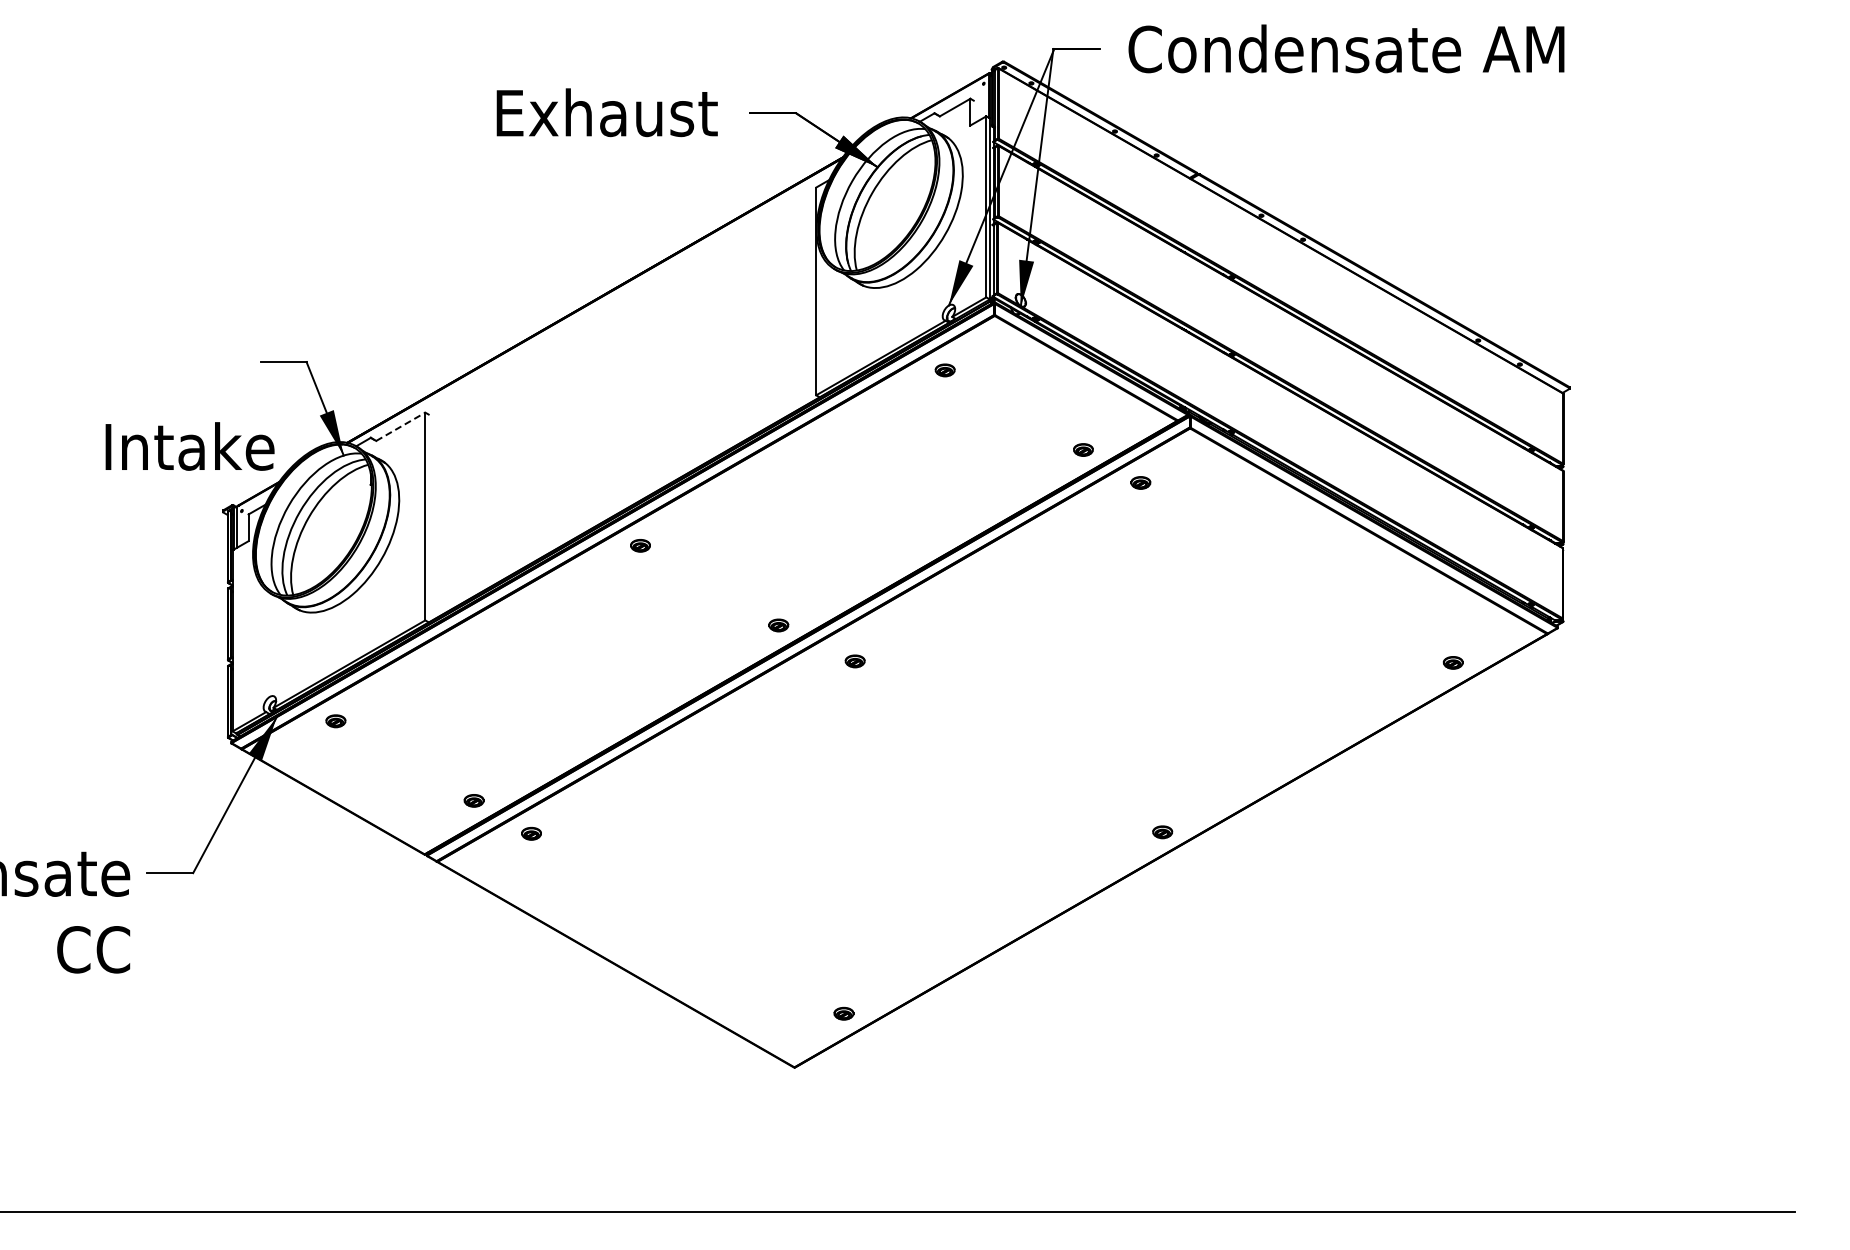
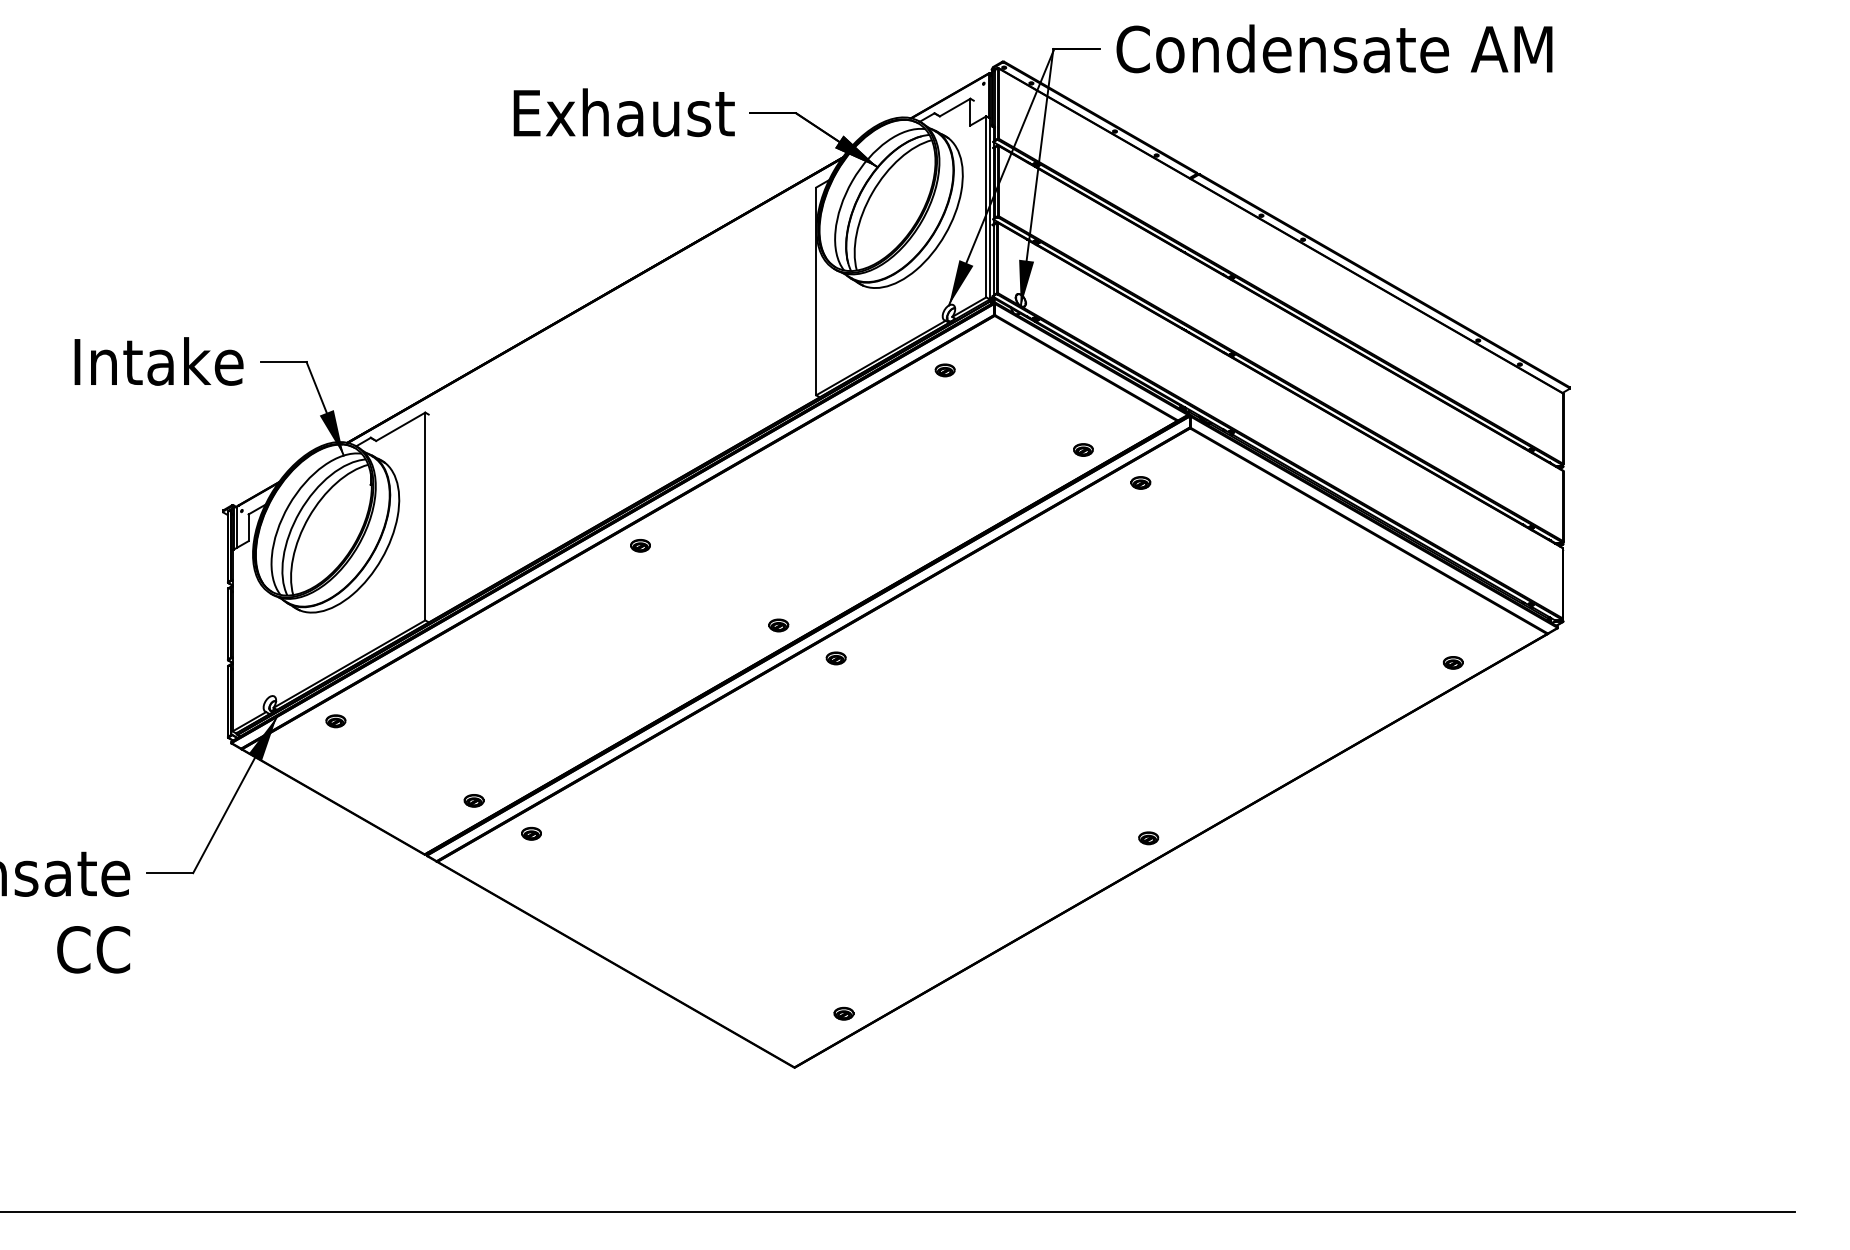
text at (1346, 48) position: (1346, 48) -> (1334, 48)
text at (606, 112) position: (606, 112) -> (623, 112)
line at (401, 426): dashed -> solid
text at (189, 446) position: (189, 446) -> (158, 361)
part at (854, 661) position: (854, 661) -> (835, 658)
part at (1162, 832) position: (1162, 832) -> (1148, 838)
